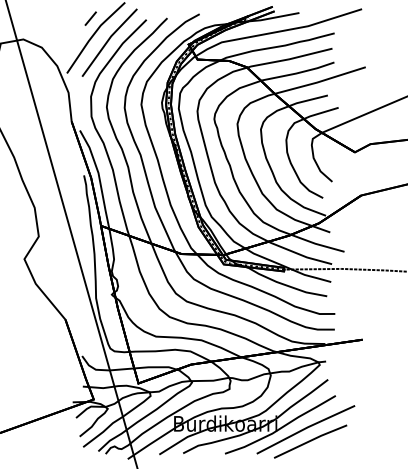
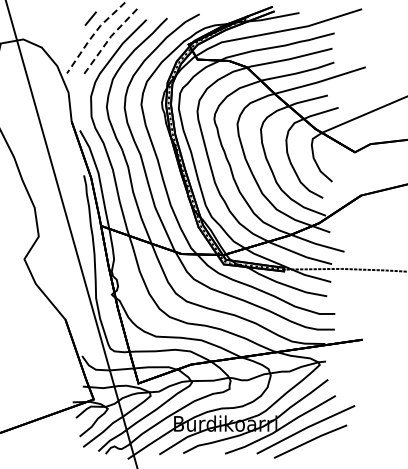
line at (93, 35): solid -> dashed
line at (107, 41): solid -> dashed
